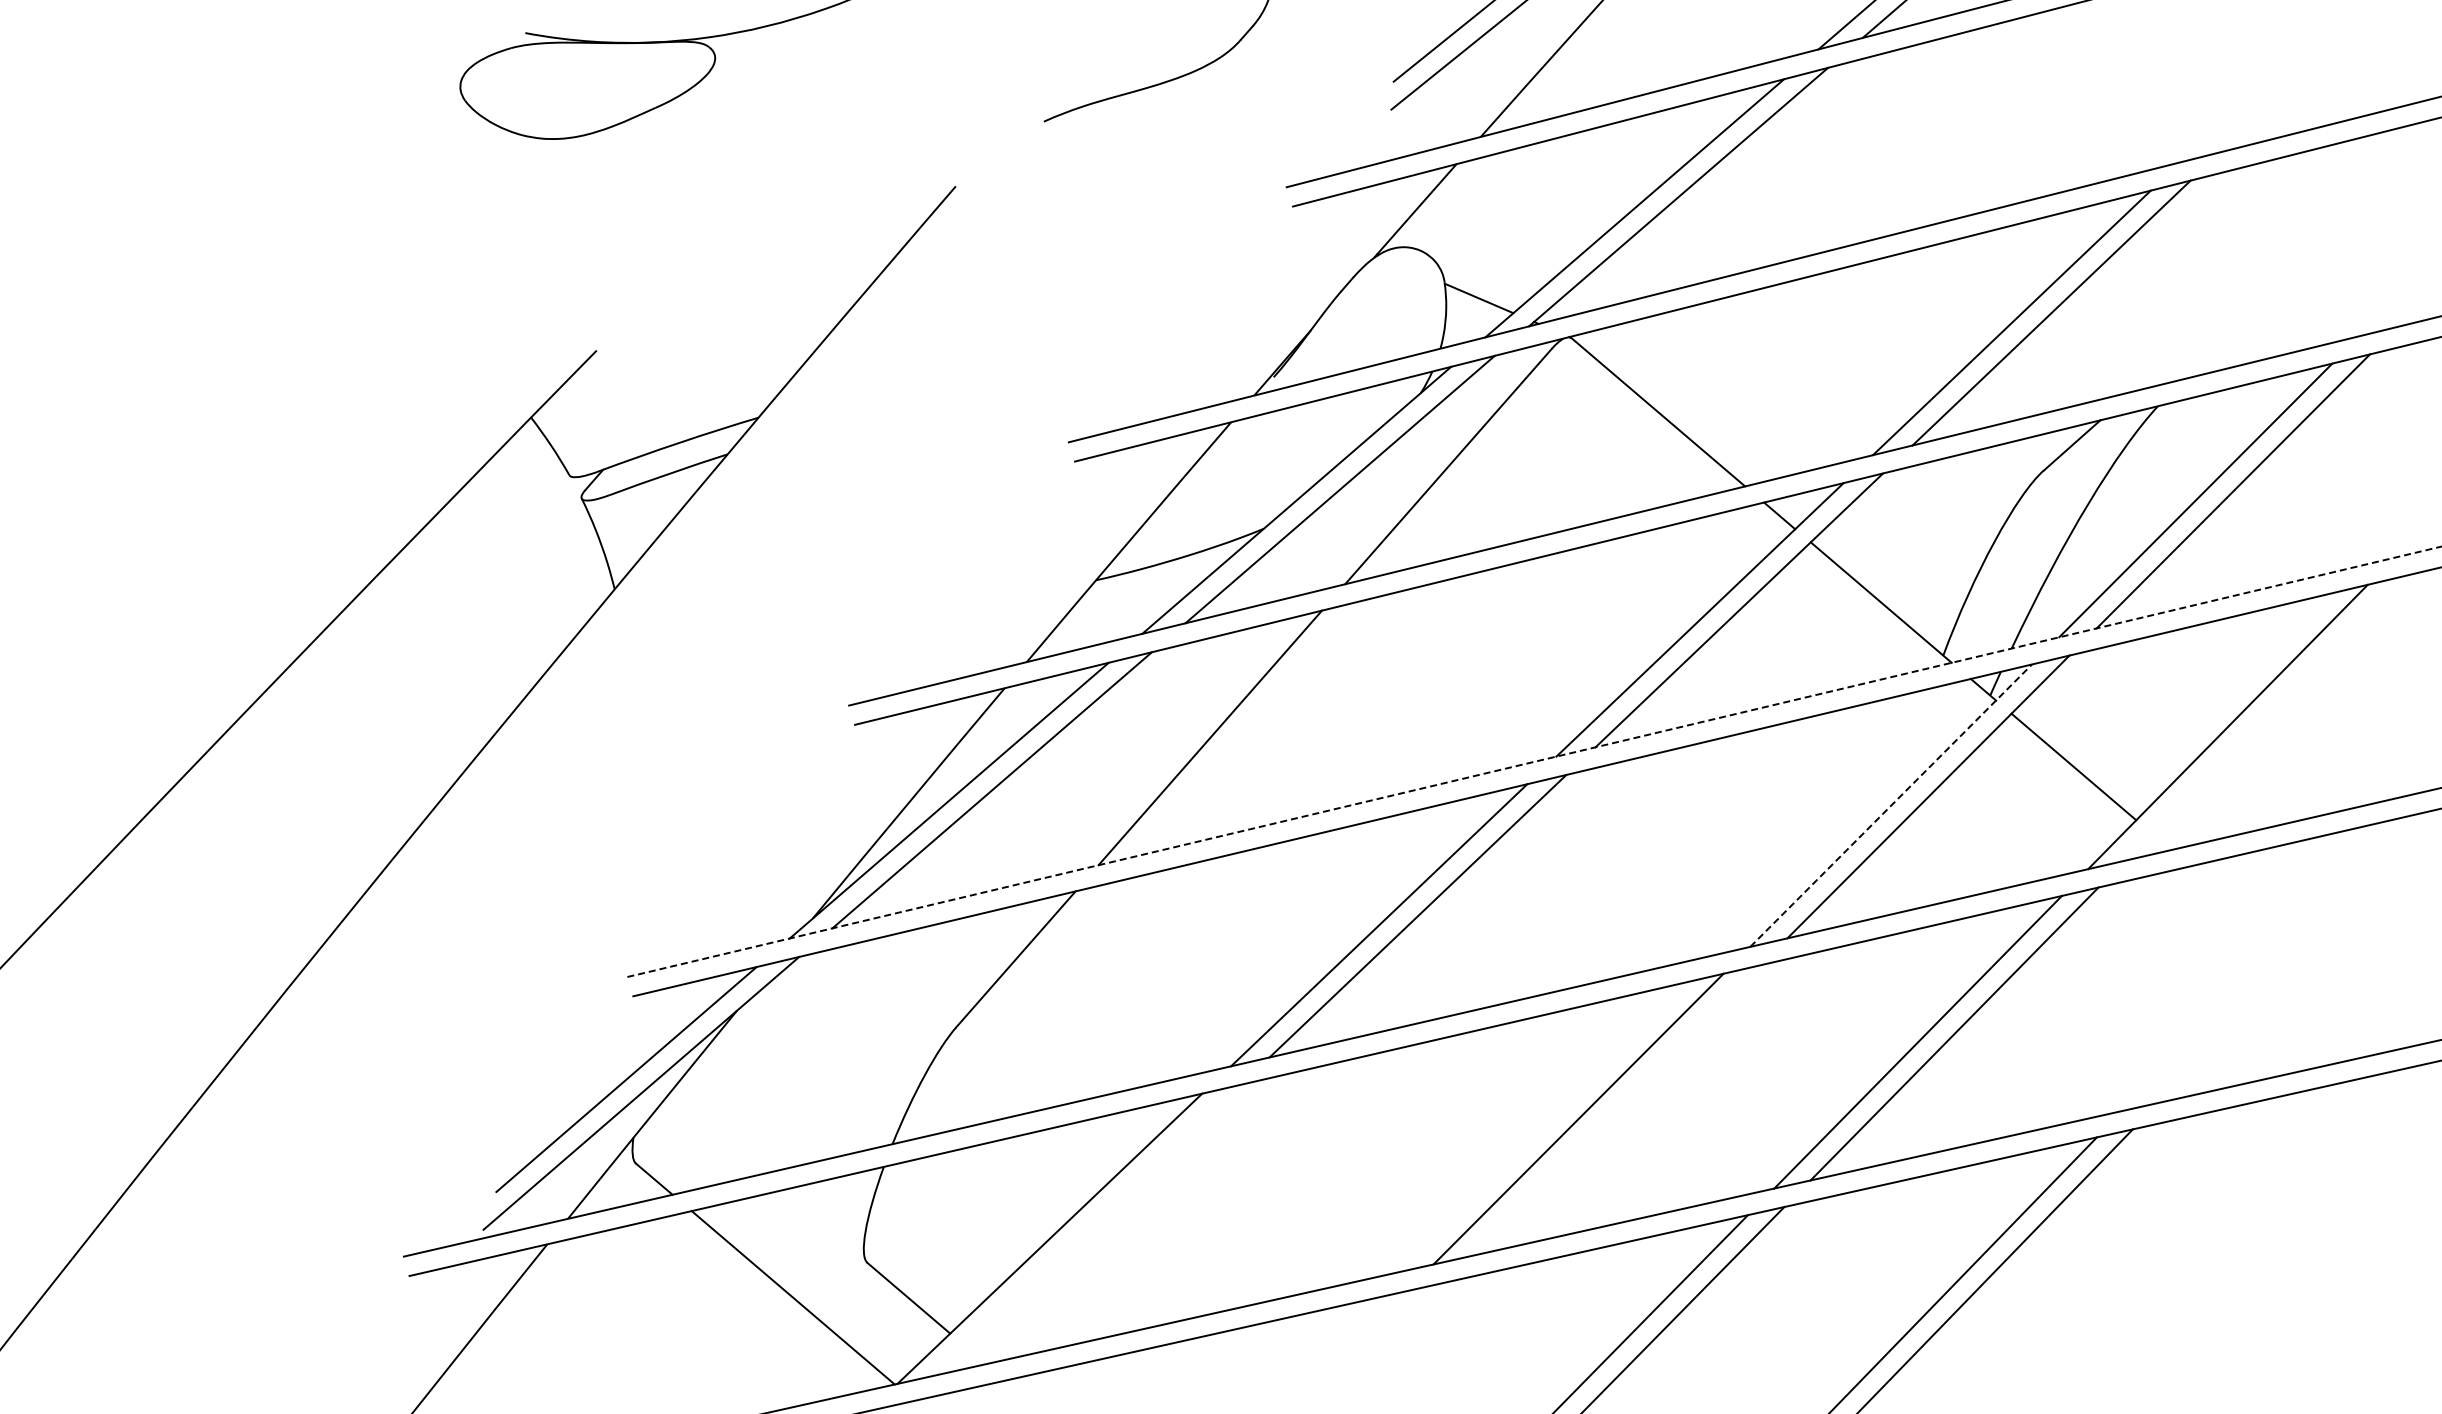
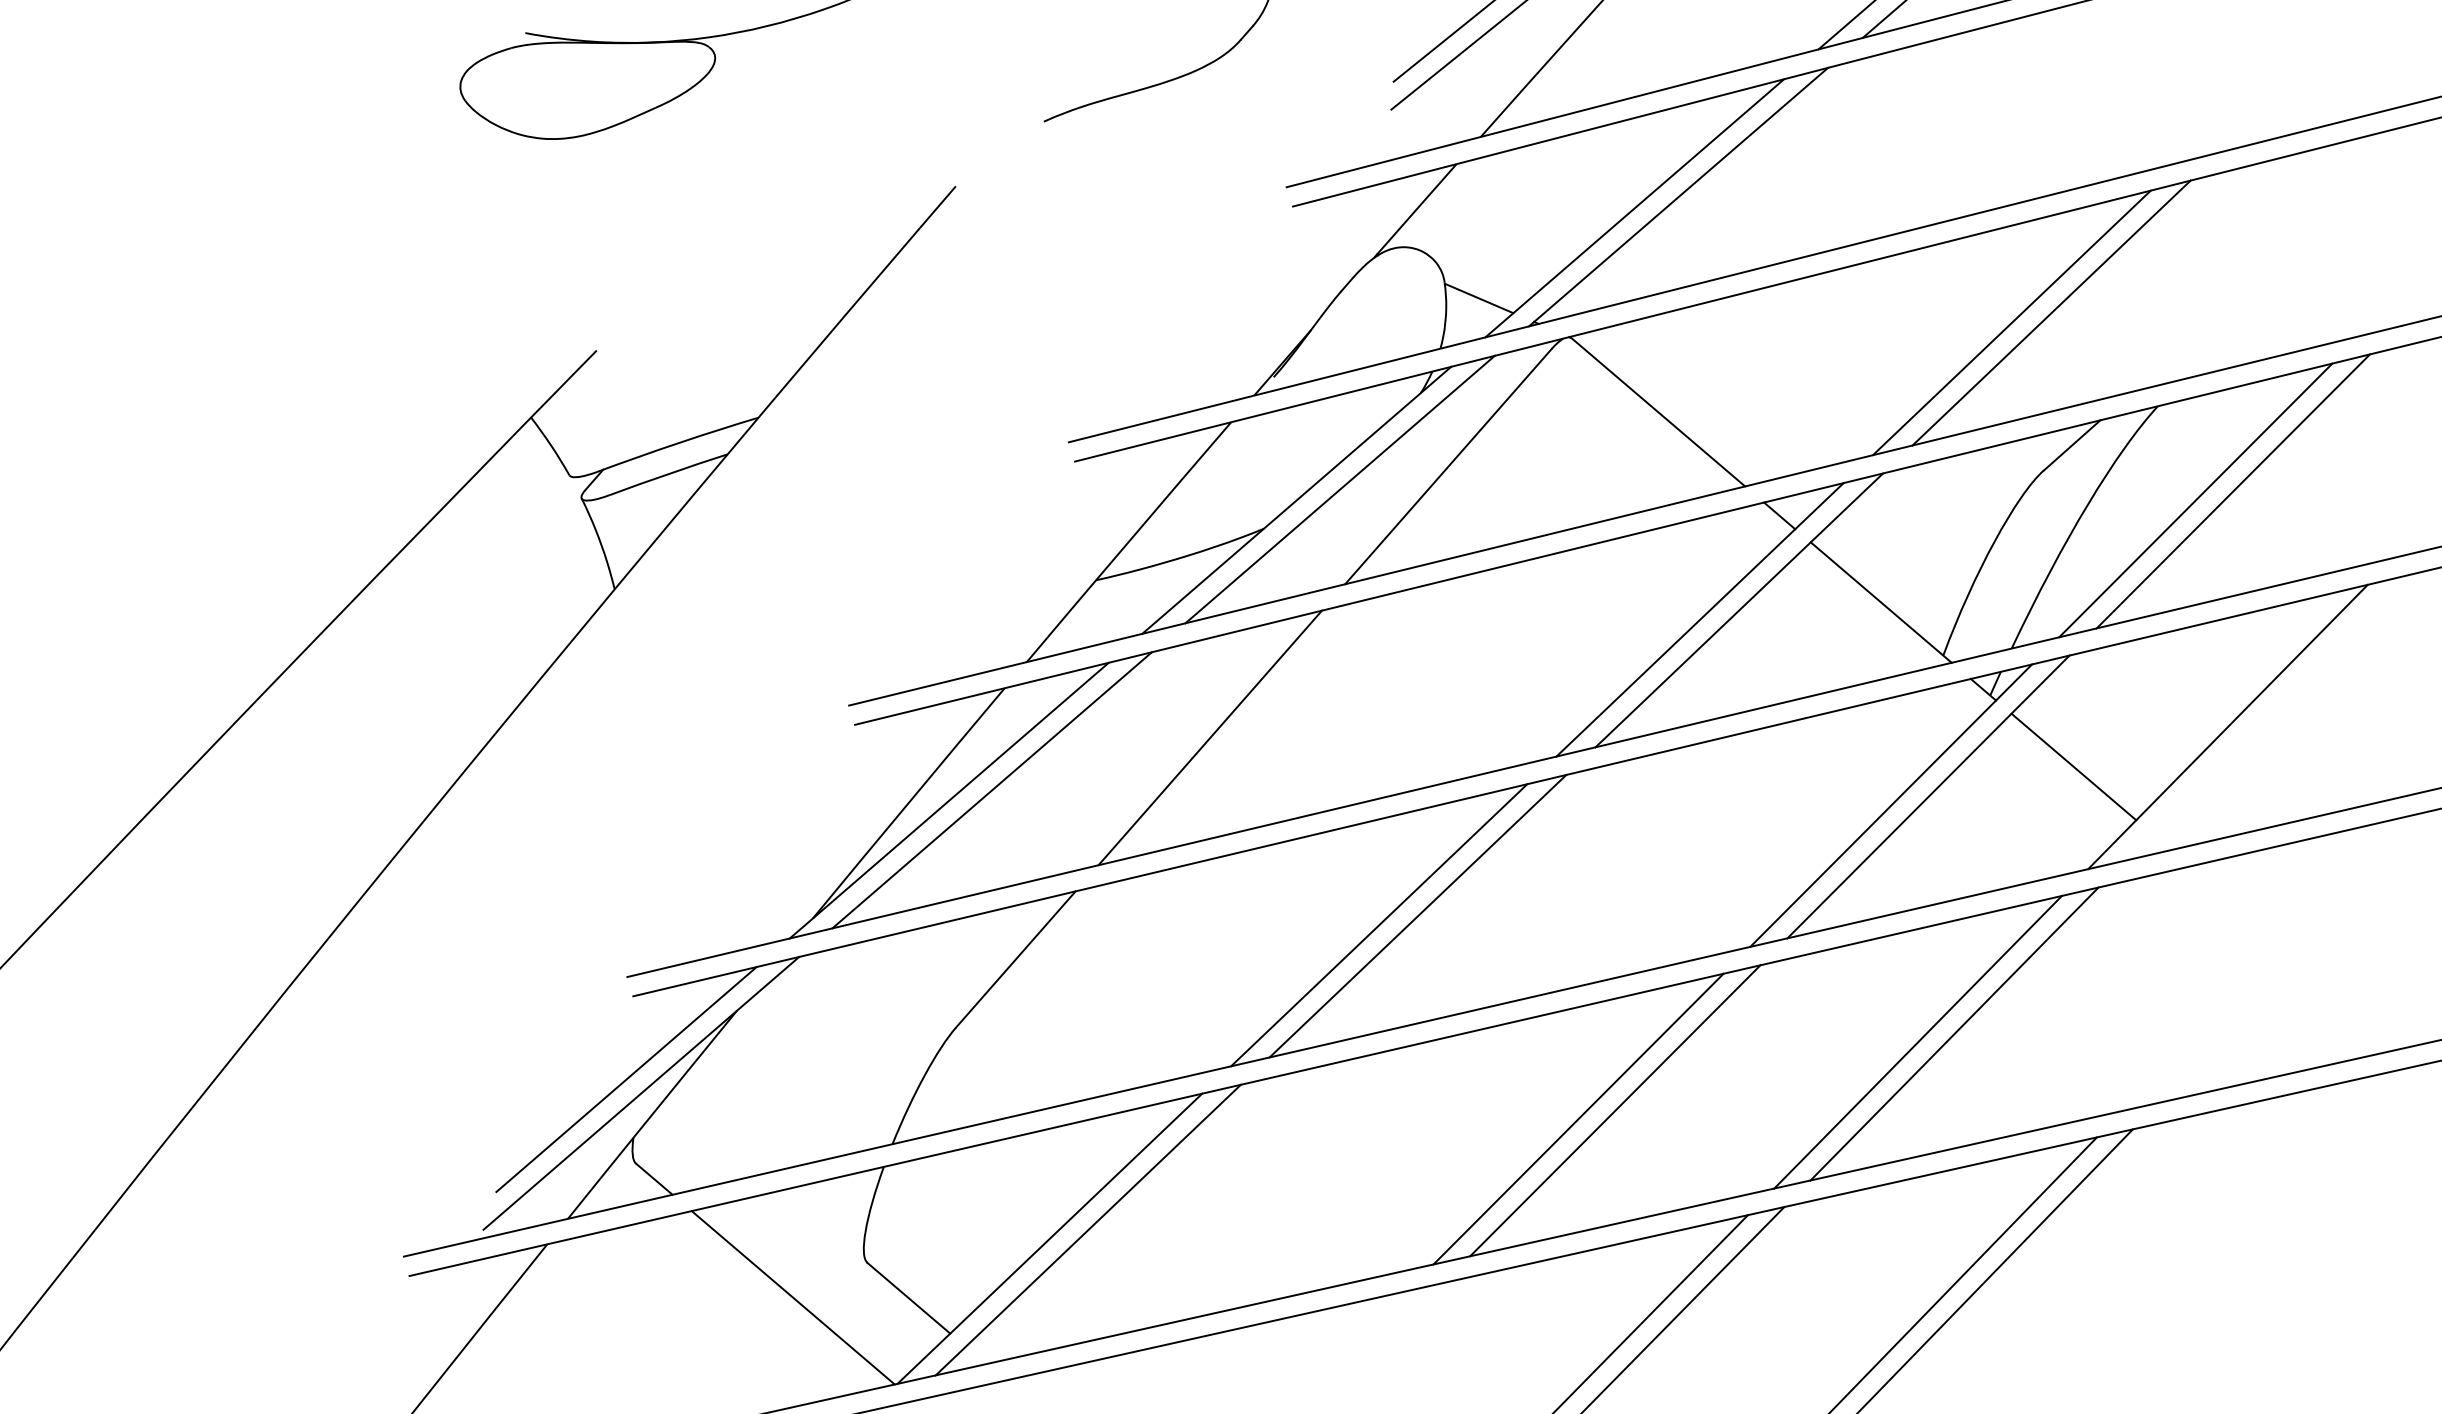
line at (1535, 761): dashed -> solid
line at (1891, 805): dashed -> solid
line at (1615, 1110): none -> present
line at (1087, 1229): none -> present
